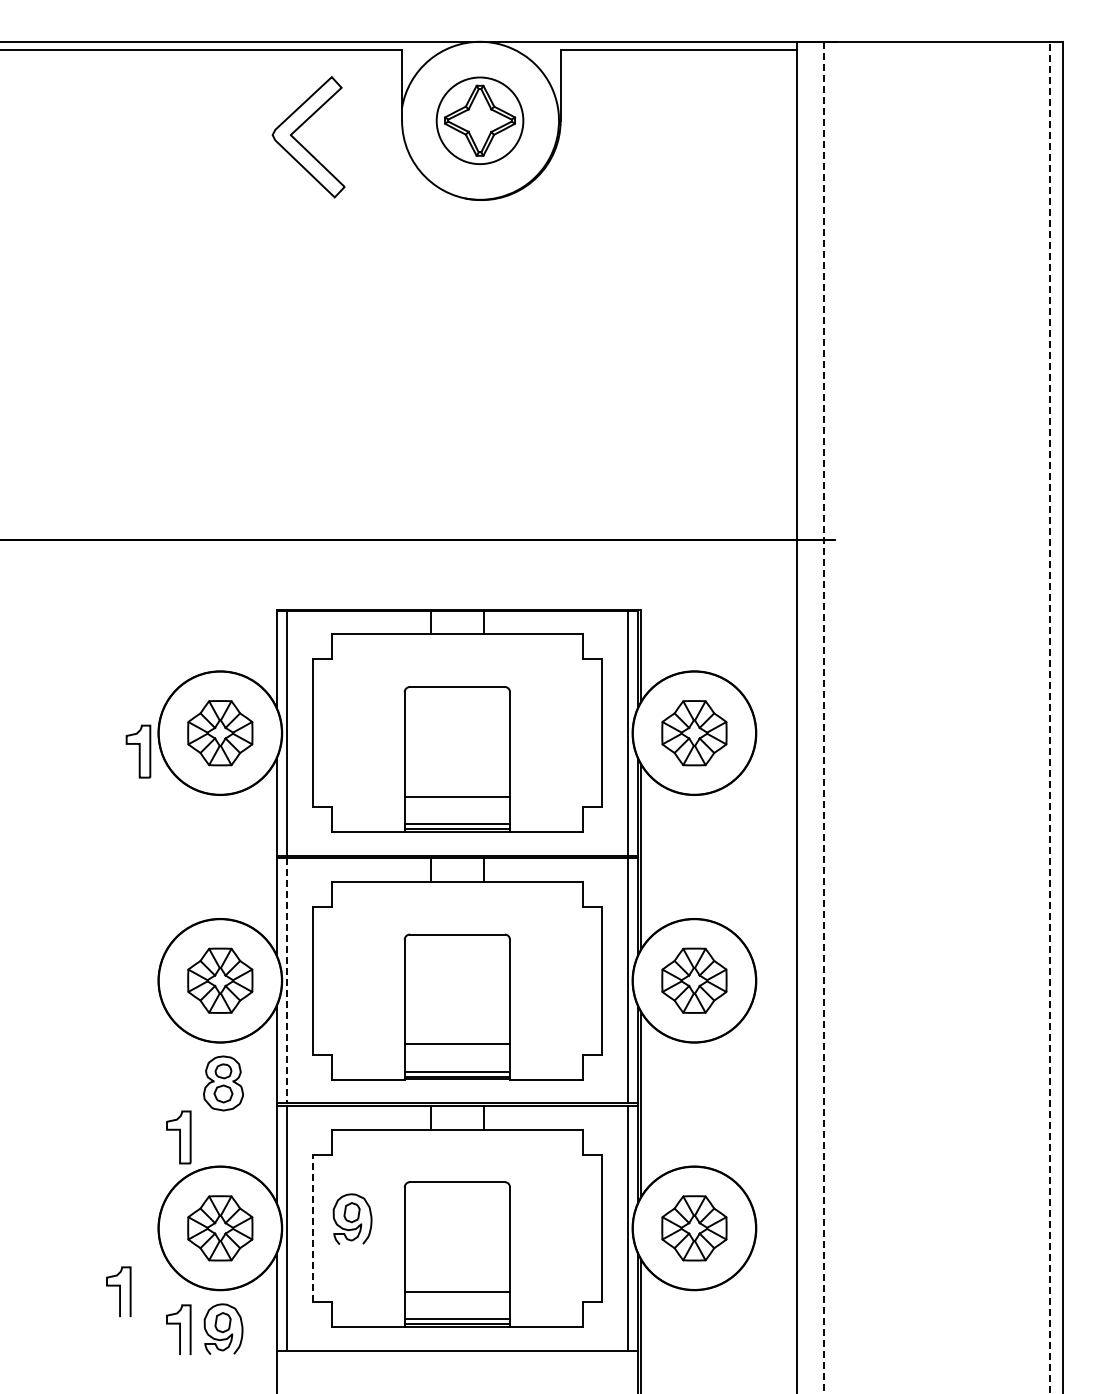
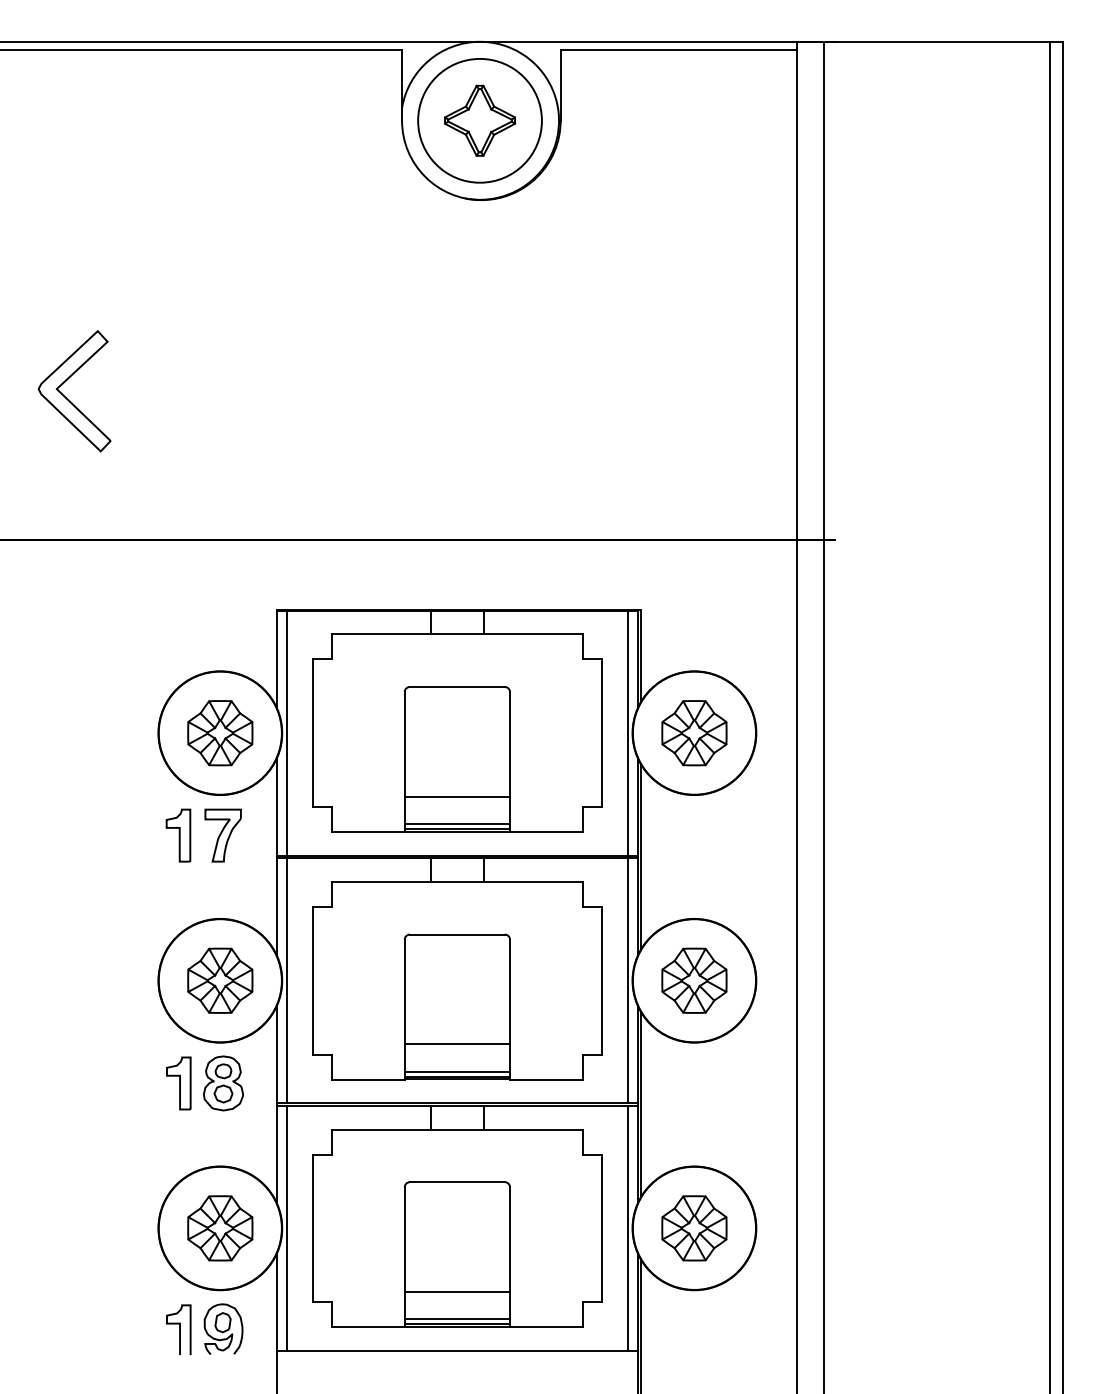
circle at (479, 120) diameter: 87 px -> 124 px
part at (303, 145) position: (303, 145) -> (69, 399)
line at (823, 717): dashed -> solid
line at (1050, 717): dashed -> solid
part at (138, 751) position: (138, 751) -> (178, 835)
part at (222, 835): none -> present
line at (286, 981): dashed -> solid
part at (178, 1137) position: (178, 1137) -> (178, 1083)
part at (352, 1218): present -> none
line at (312, 1228): dashed -> solid
curve at (119, 1291): present -> none
